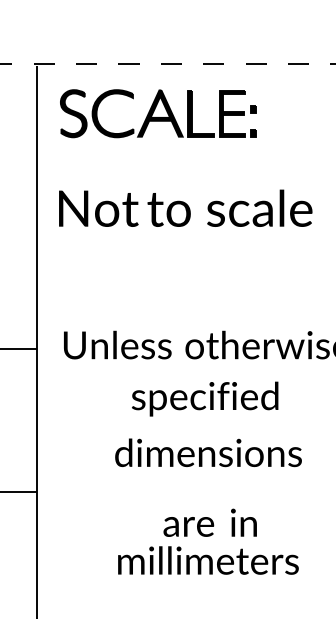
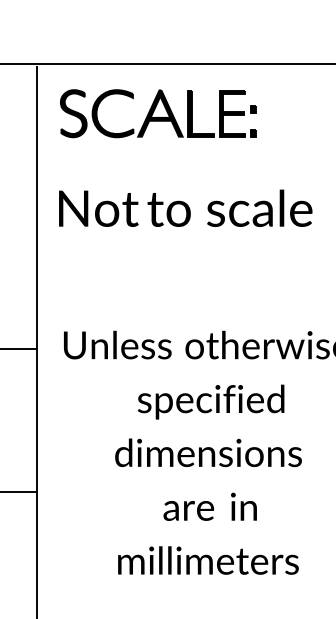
line at (168, 64): dashed -> solid
text at (205, 398) position: (205, 398) -> (211, 401)
text at (209, 522) position: (209, 522) -> (209, 506)
